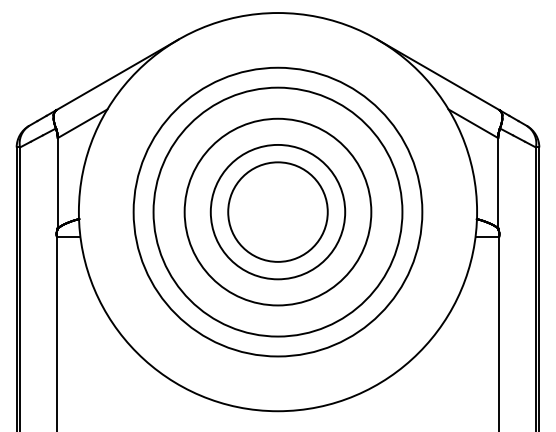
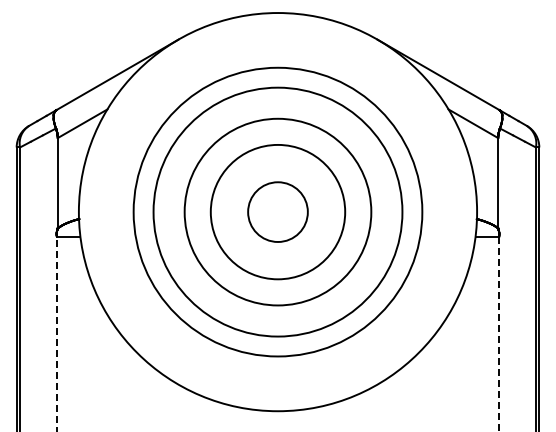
circle at (277, 211) diameter: 100 px -> 60 px
line at (56, 333): solid -> dashed
line at (499, 334): solid -> dashed
